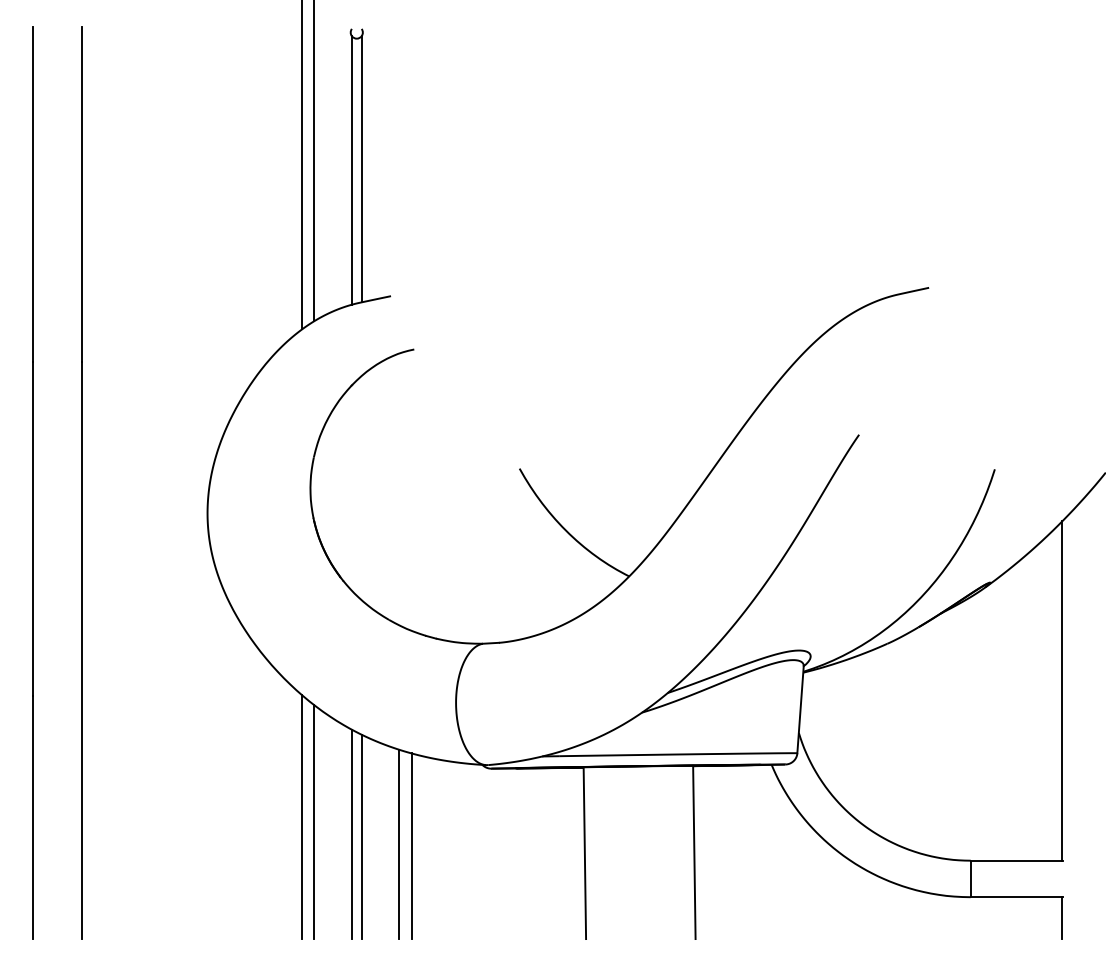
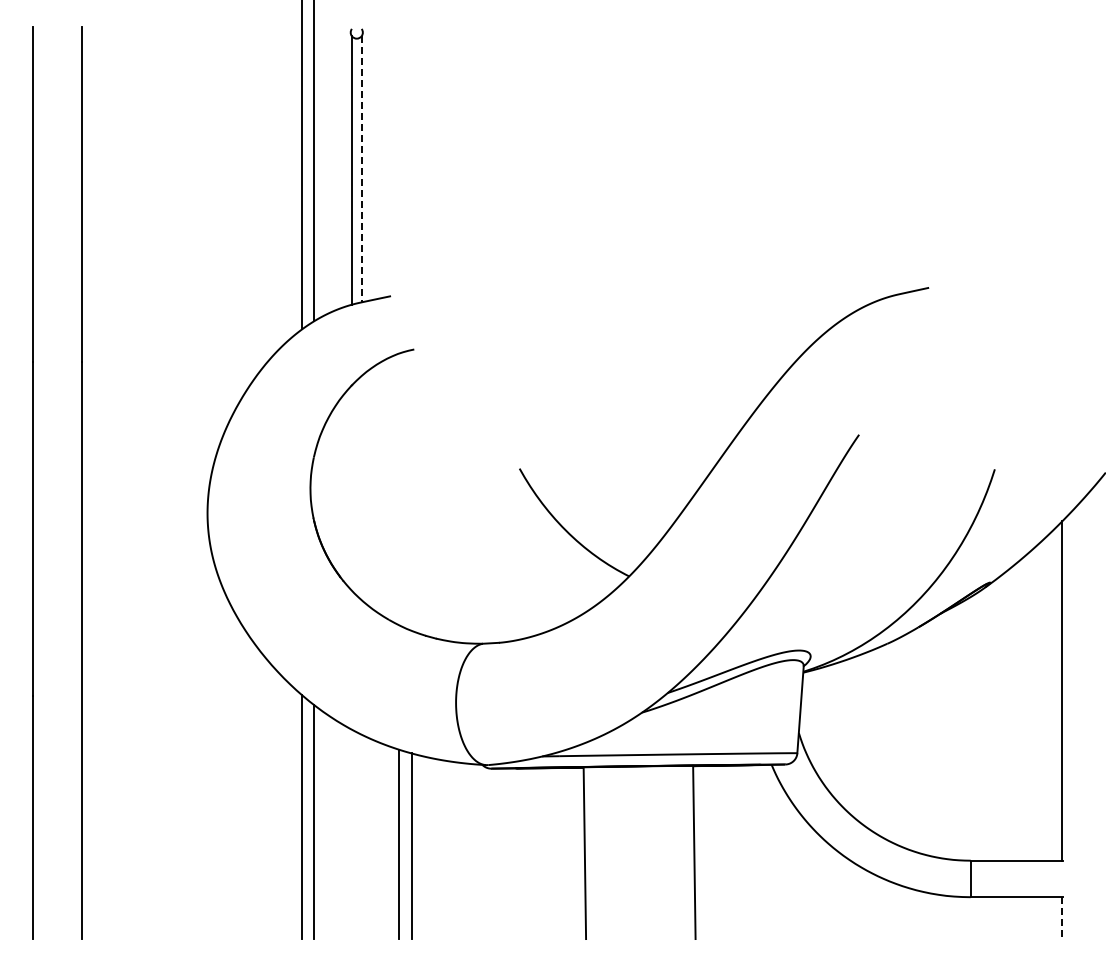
line at (361, 169): solid -> dashed
line at (351, 834): present -> none
line at (361, 836): present -> none
line at (1062, 918): solid -> dashed
